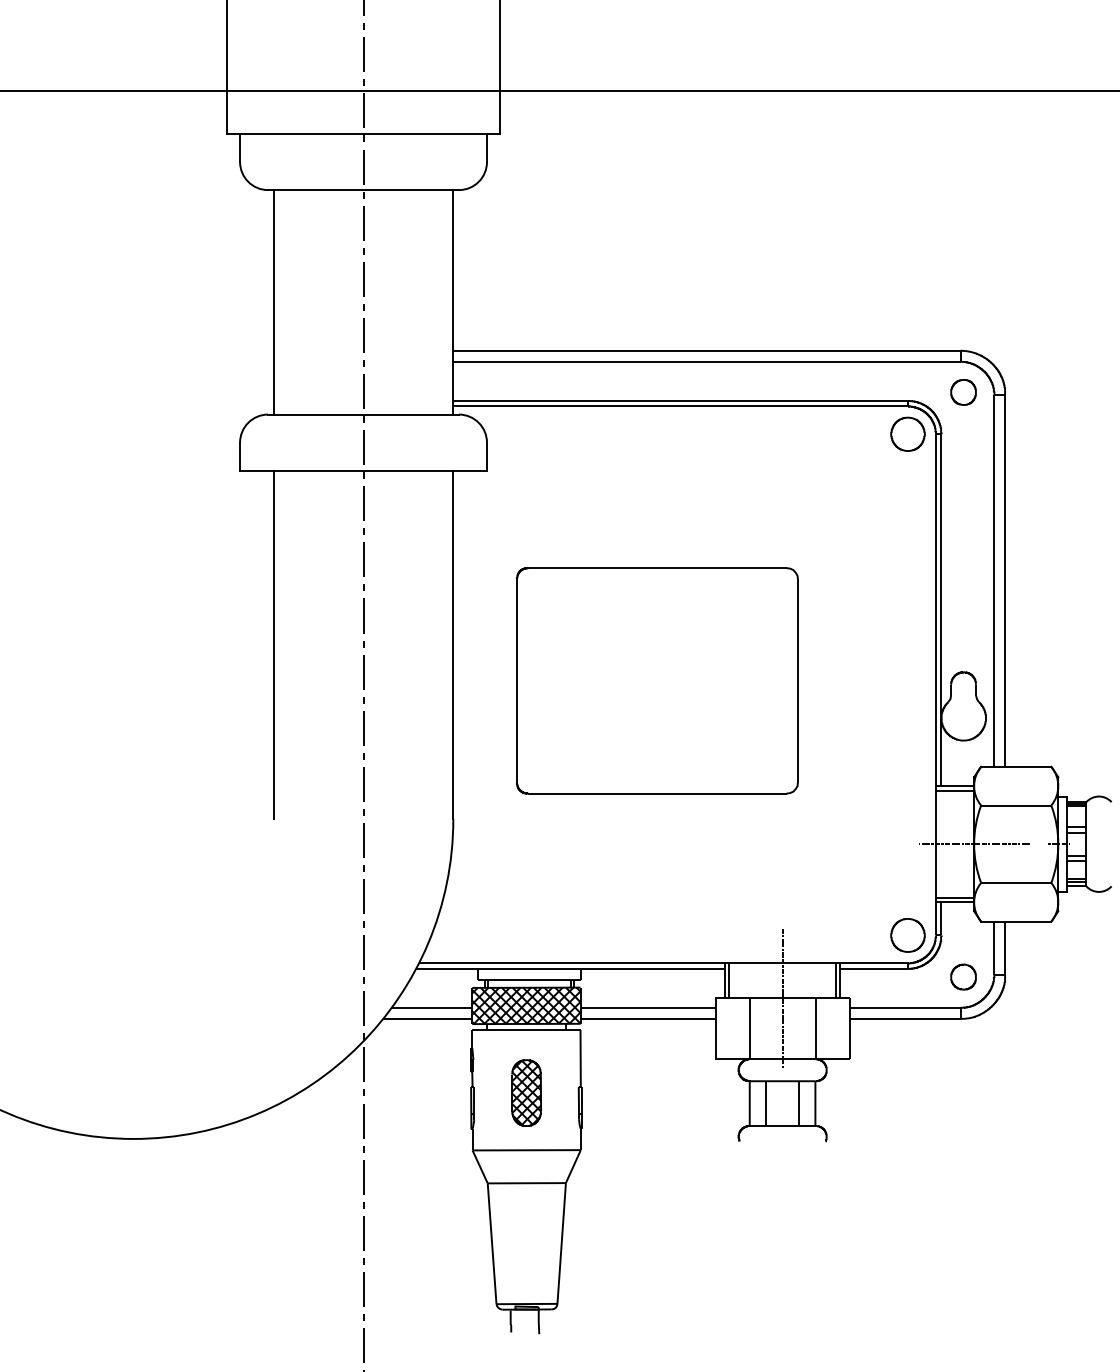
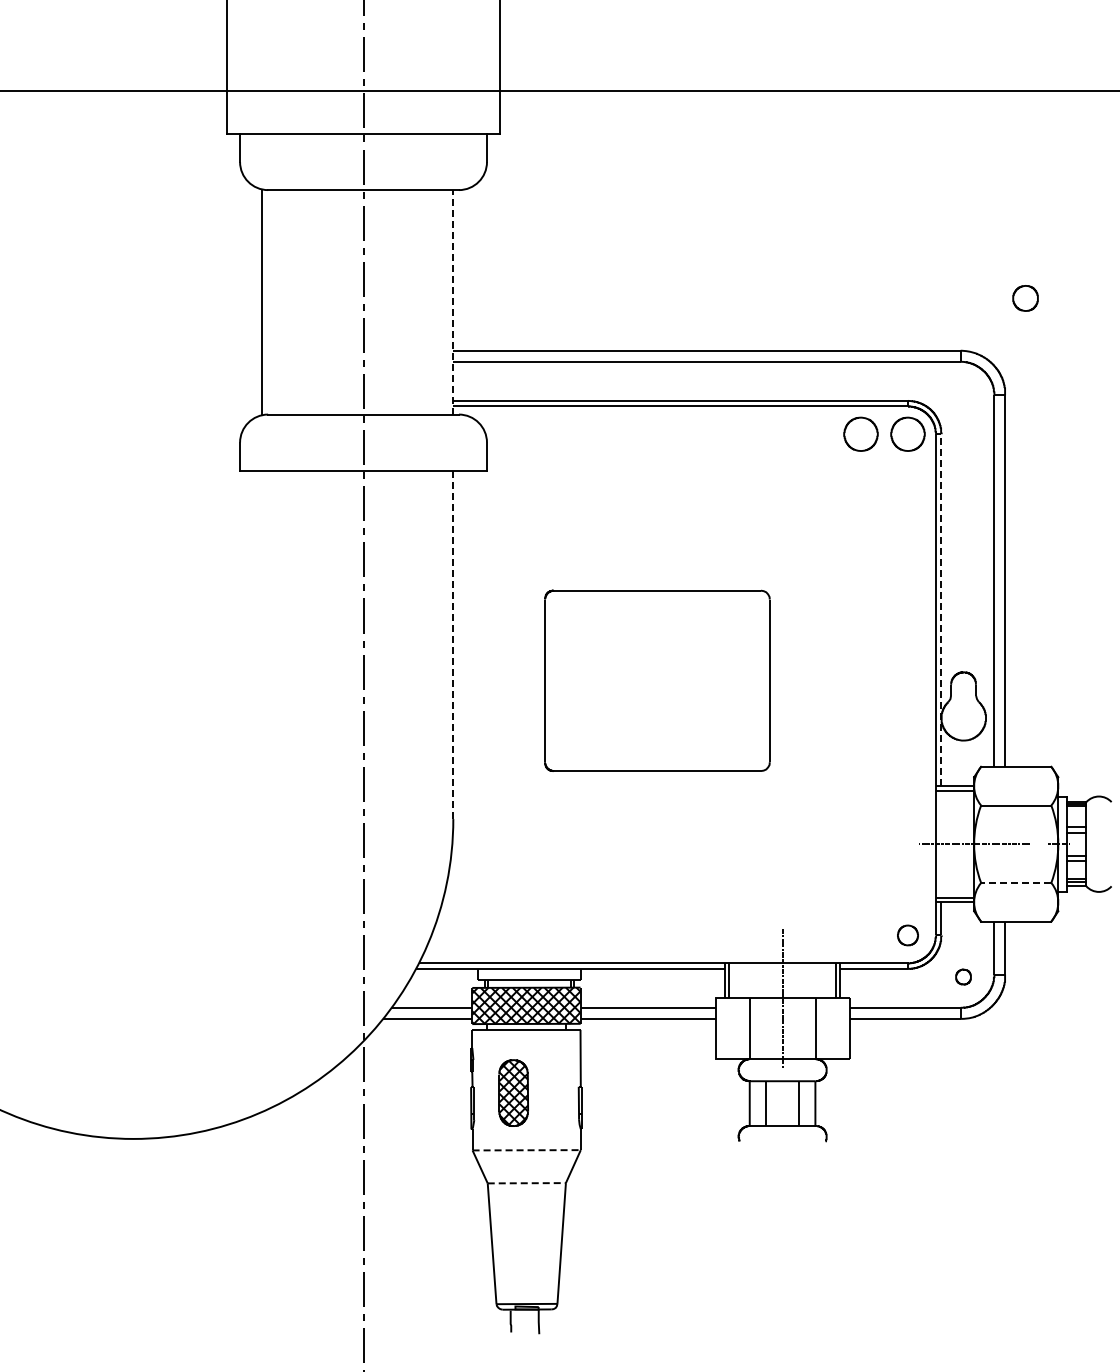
line at (453, 301): solid -> dashed
line at (273, 302) position: (273, 302) -> (261, 302)
part at (963, 392) position: (963, 392) -> (1025, 298)
part at (860, 433): none -> present
line at (941, 609): solid -> dashed
line at (273, 644): present -> none
line at (453, 644): solid -> dashed
part at (657, 680) size: 283x228 px -> 227x183 px
line at (1015, 882): solid -> dashed
part at (907, 935) size: 36x35 px -> 22x23 px
part at (963, 976) size: 27x28 px -> 17x18 px
part at (526, 1092) position: (526, 1092) -> (513, 1092)
line at (527, 1150): solid -> dashed
line at (527, 1183): solid -> dashed
